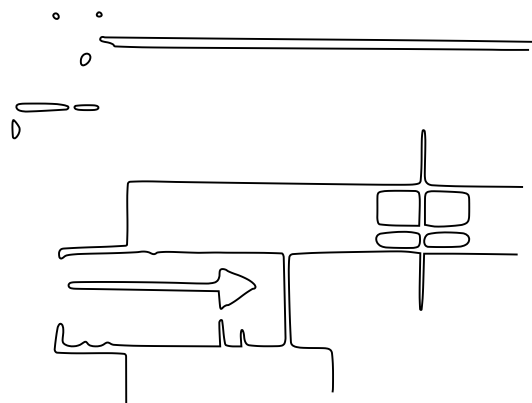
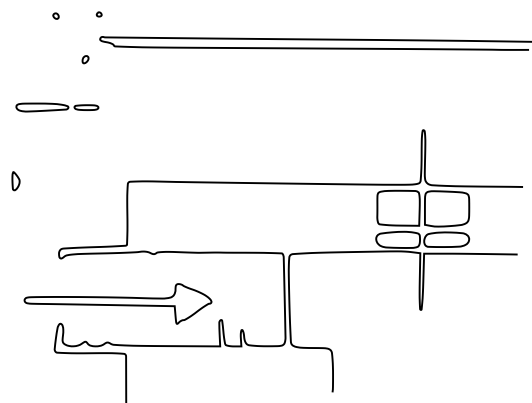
part at (85, 59) size: 13x15 px -> 9x10 px
part at (15, 129) position: (15, 129) -> (15, 181)
part at (161, 288) position: (161, 288) -> (117, 303)
